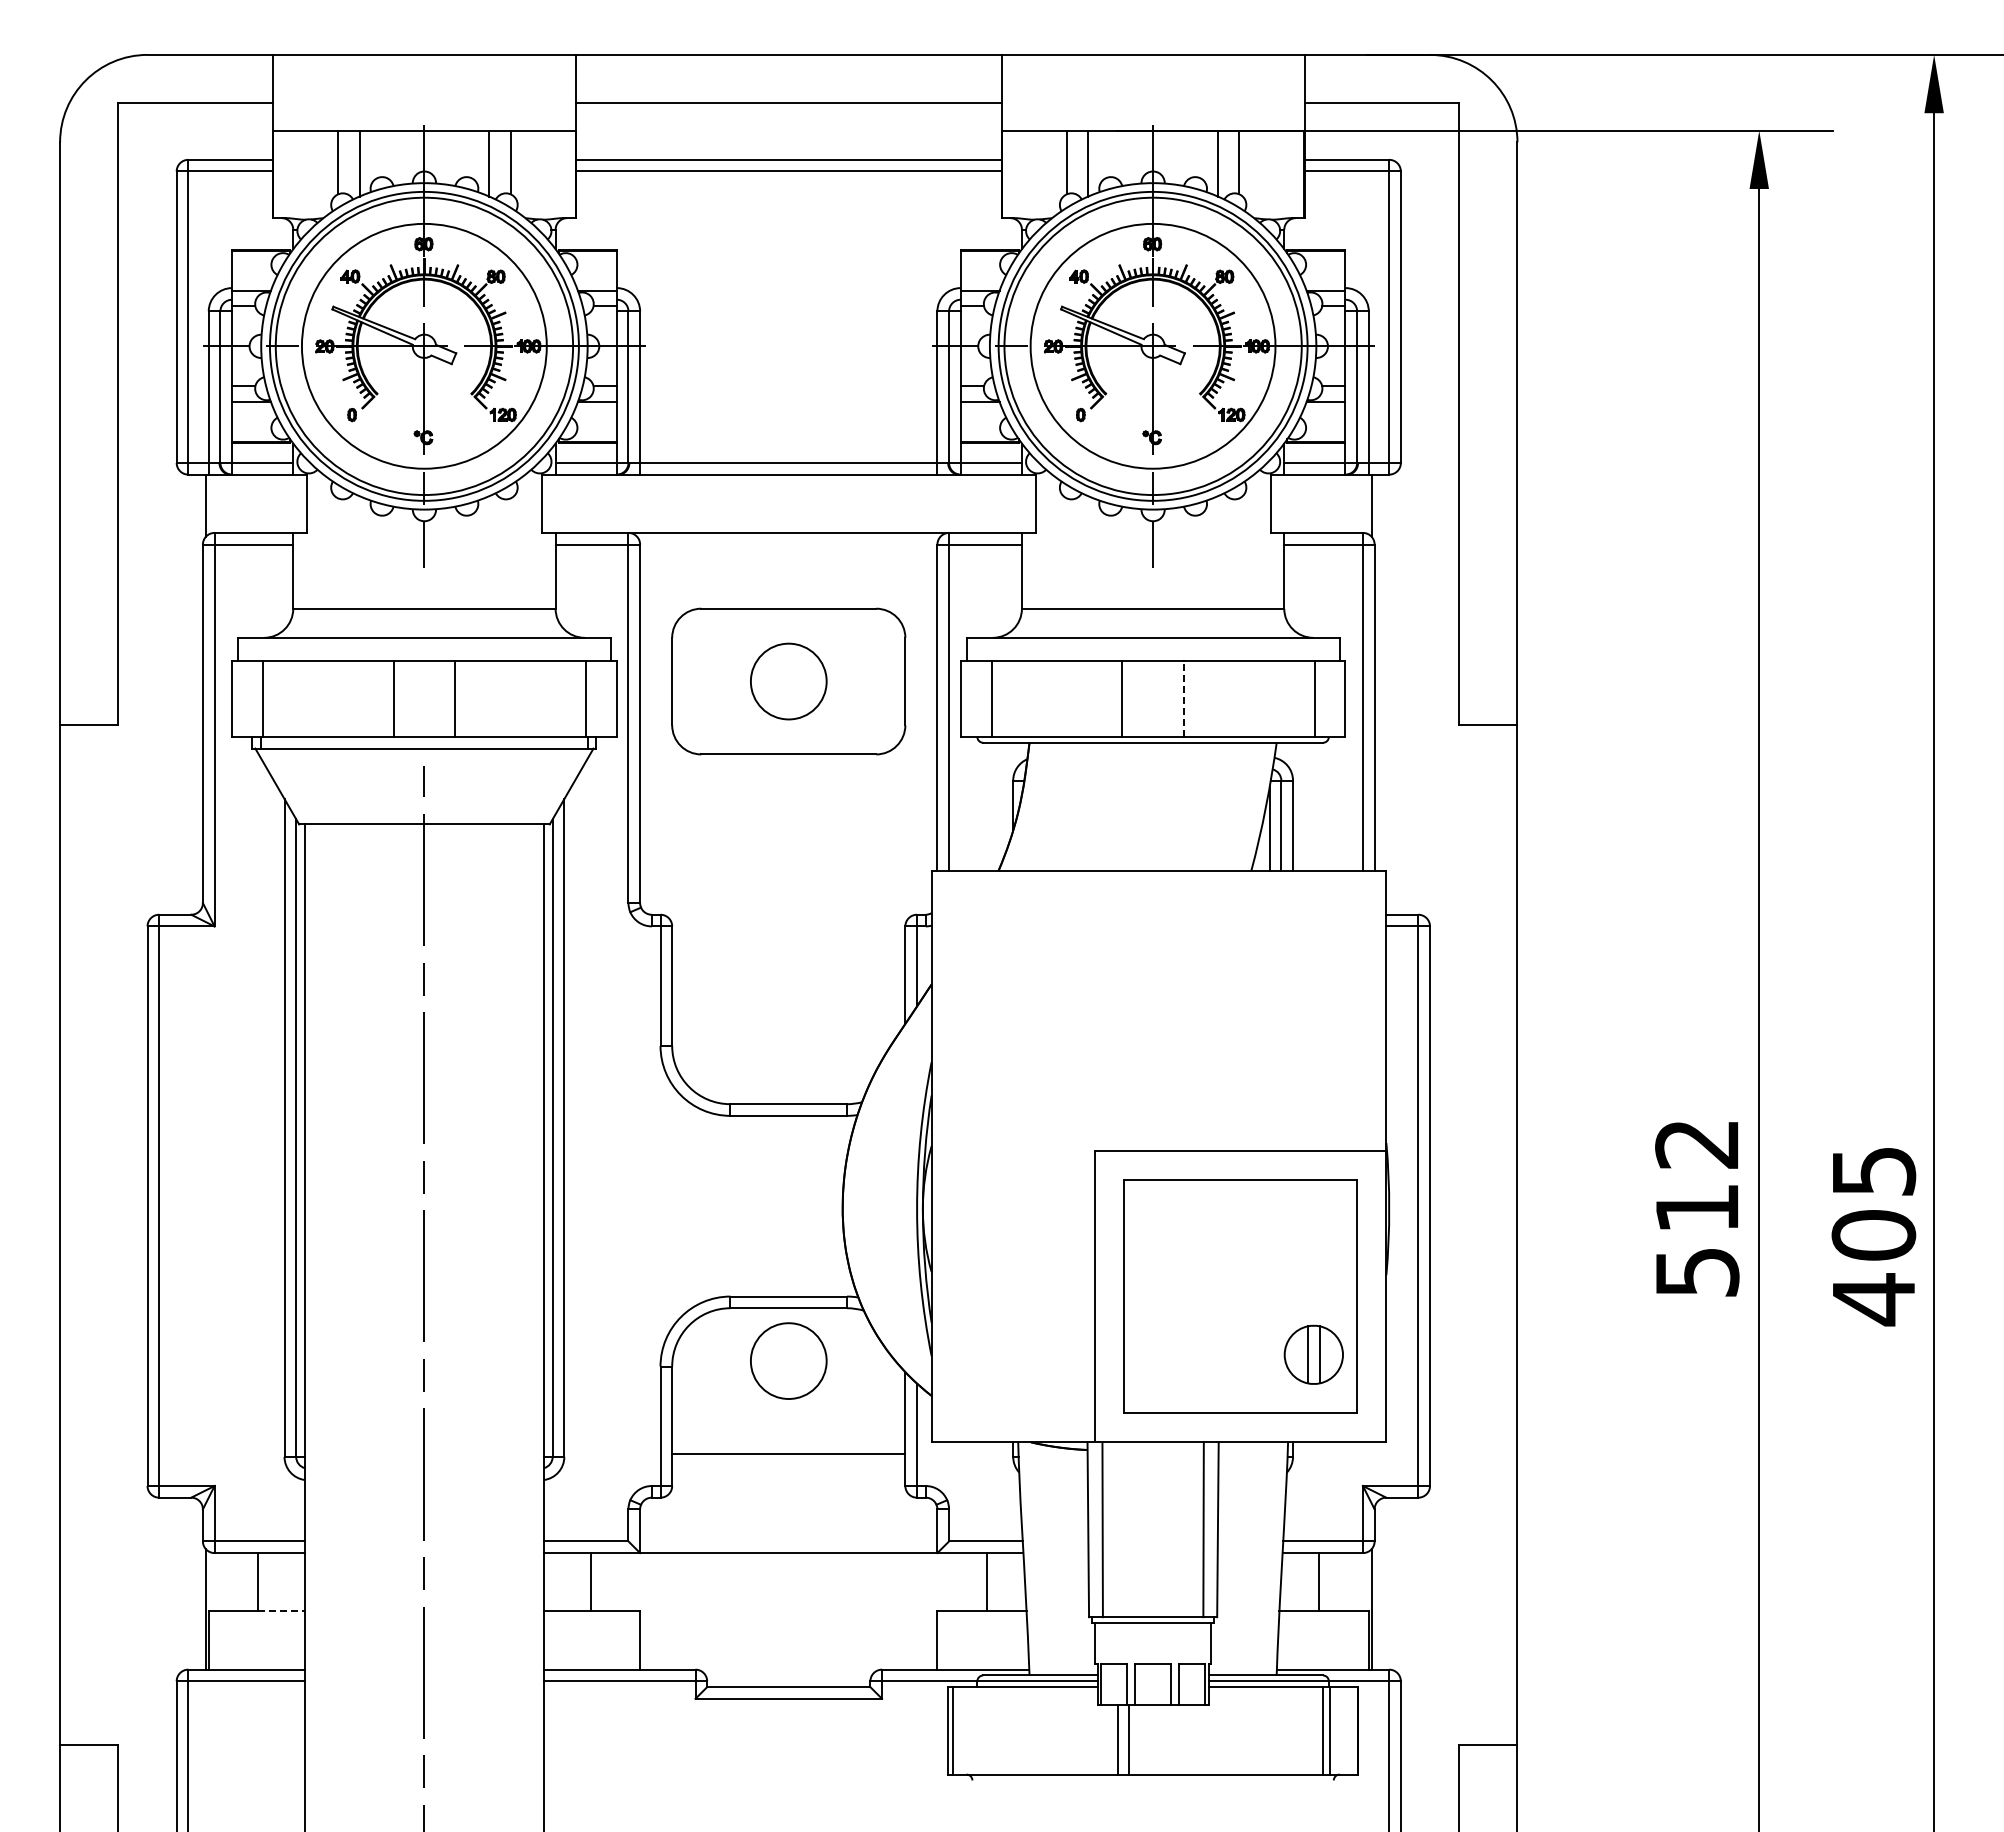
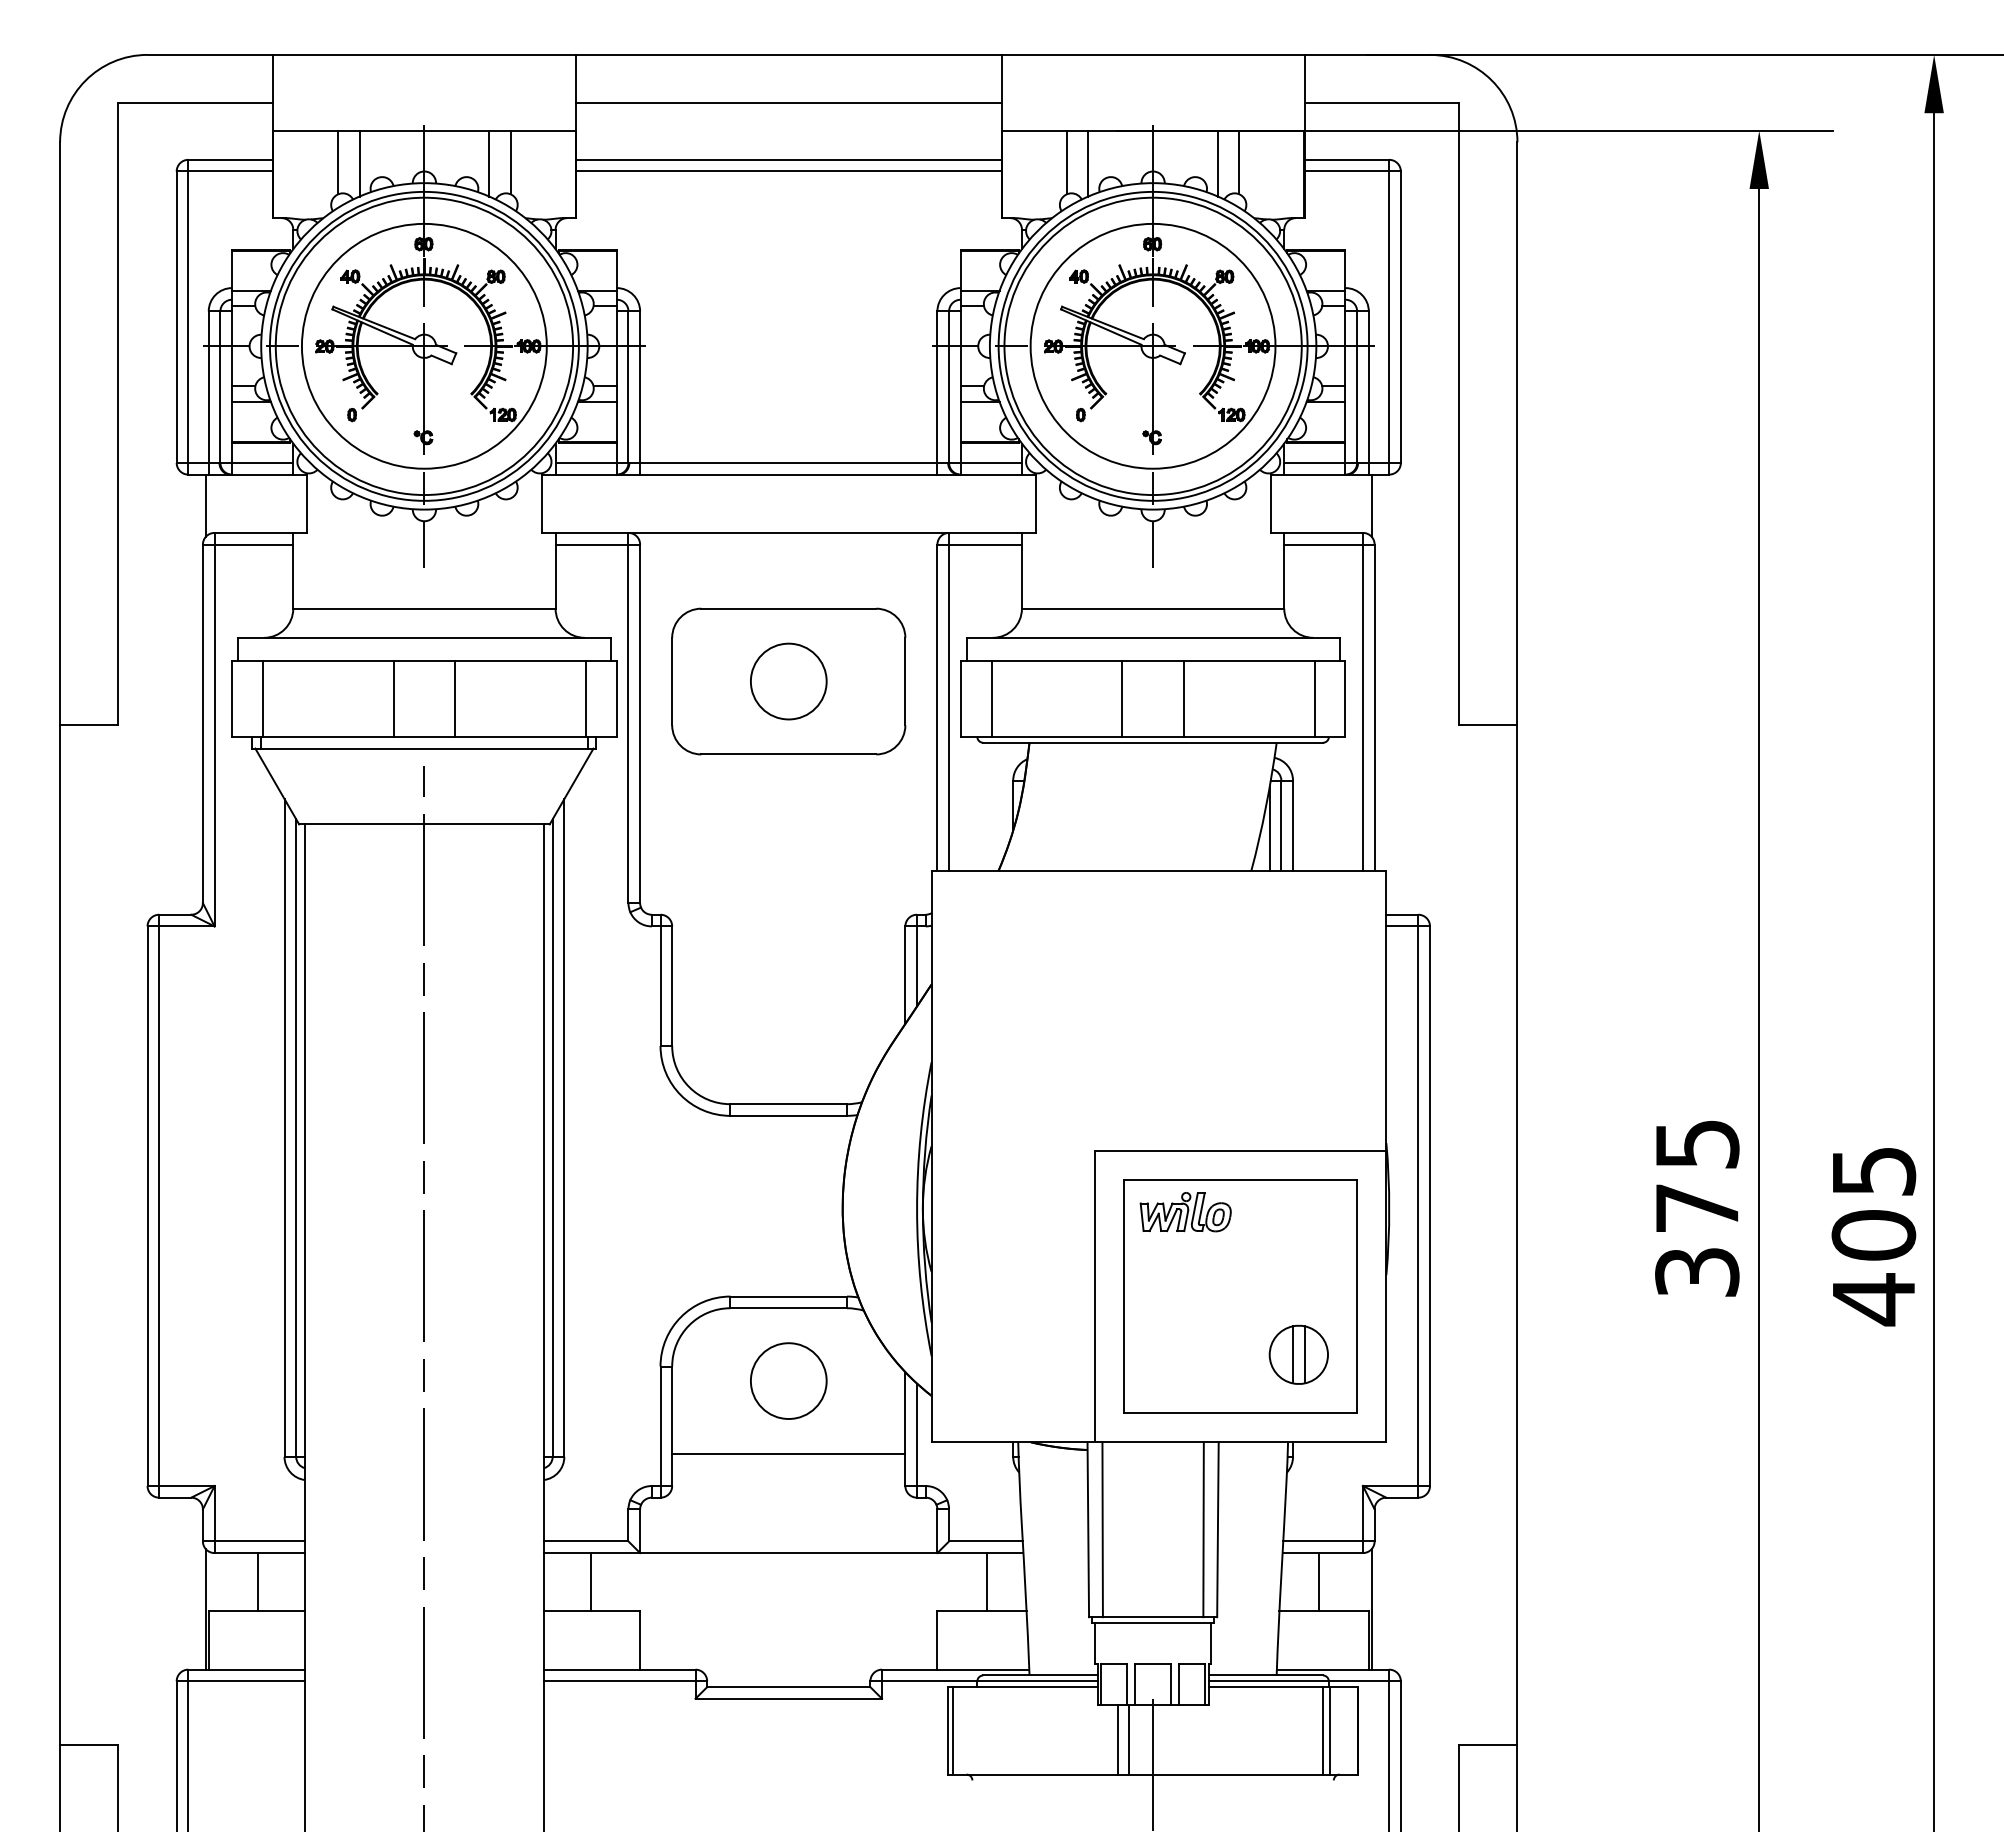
line at (1183, 699): dashed -> solid
text at (1697, 1208): 512 -> 375
part at (1185, 1212): none -> present
part at (1313, 1354) position: (1313, 1354) -> (1298, 1354)
circle at (788, 1360) position: (788, 1360) -> (788, 1380)
line at (282, 1611): dashed -> solid
line at (1153, 1763): none -> present
